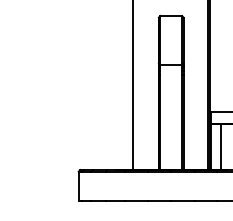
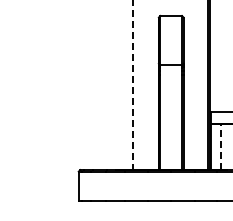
line at (132, 84): solid -> dashed
line at (220, 146): solid -> dashed
